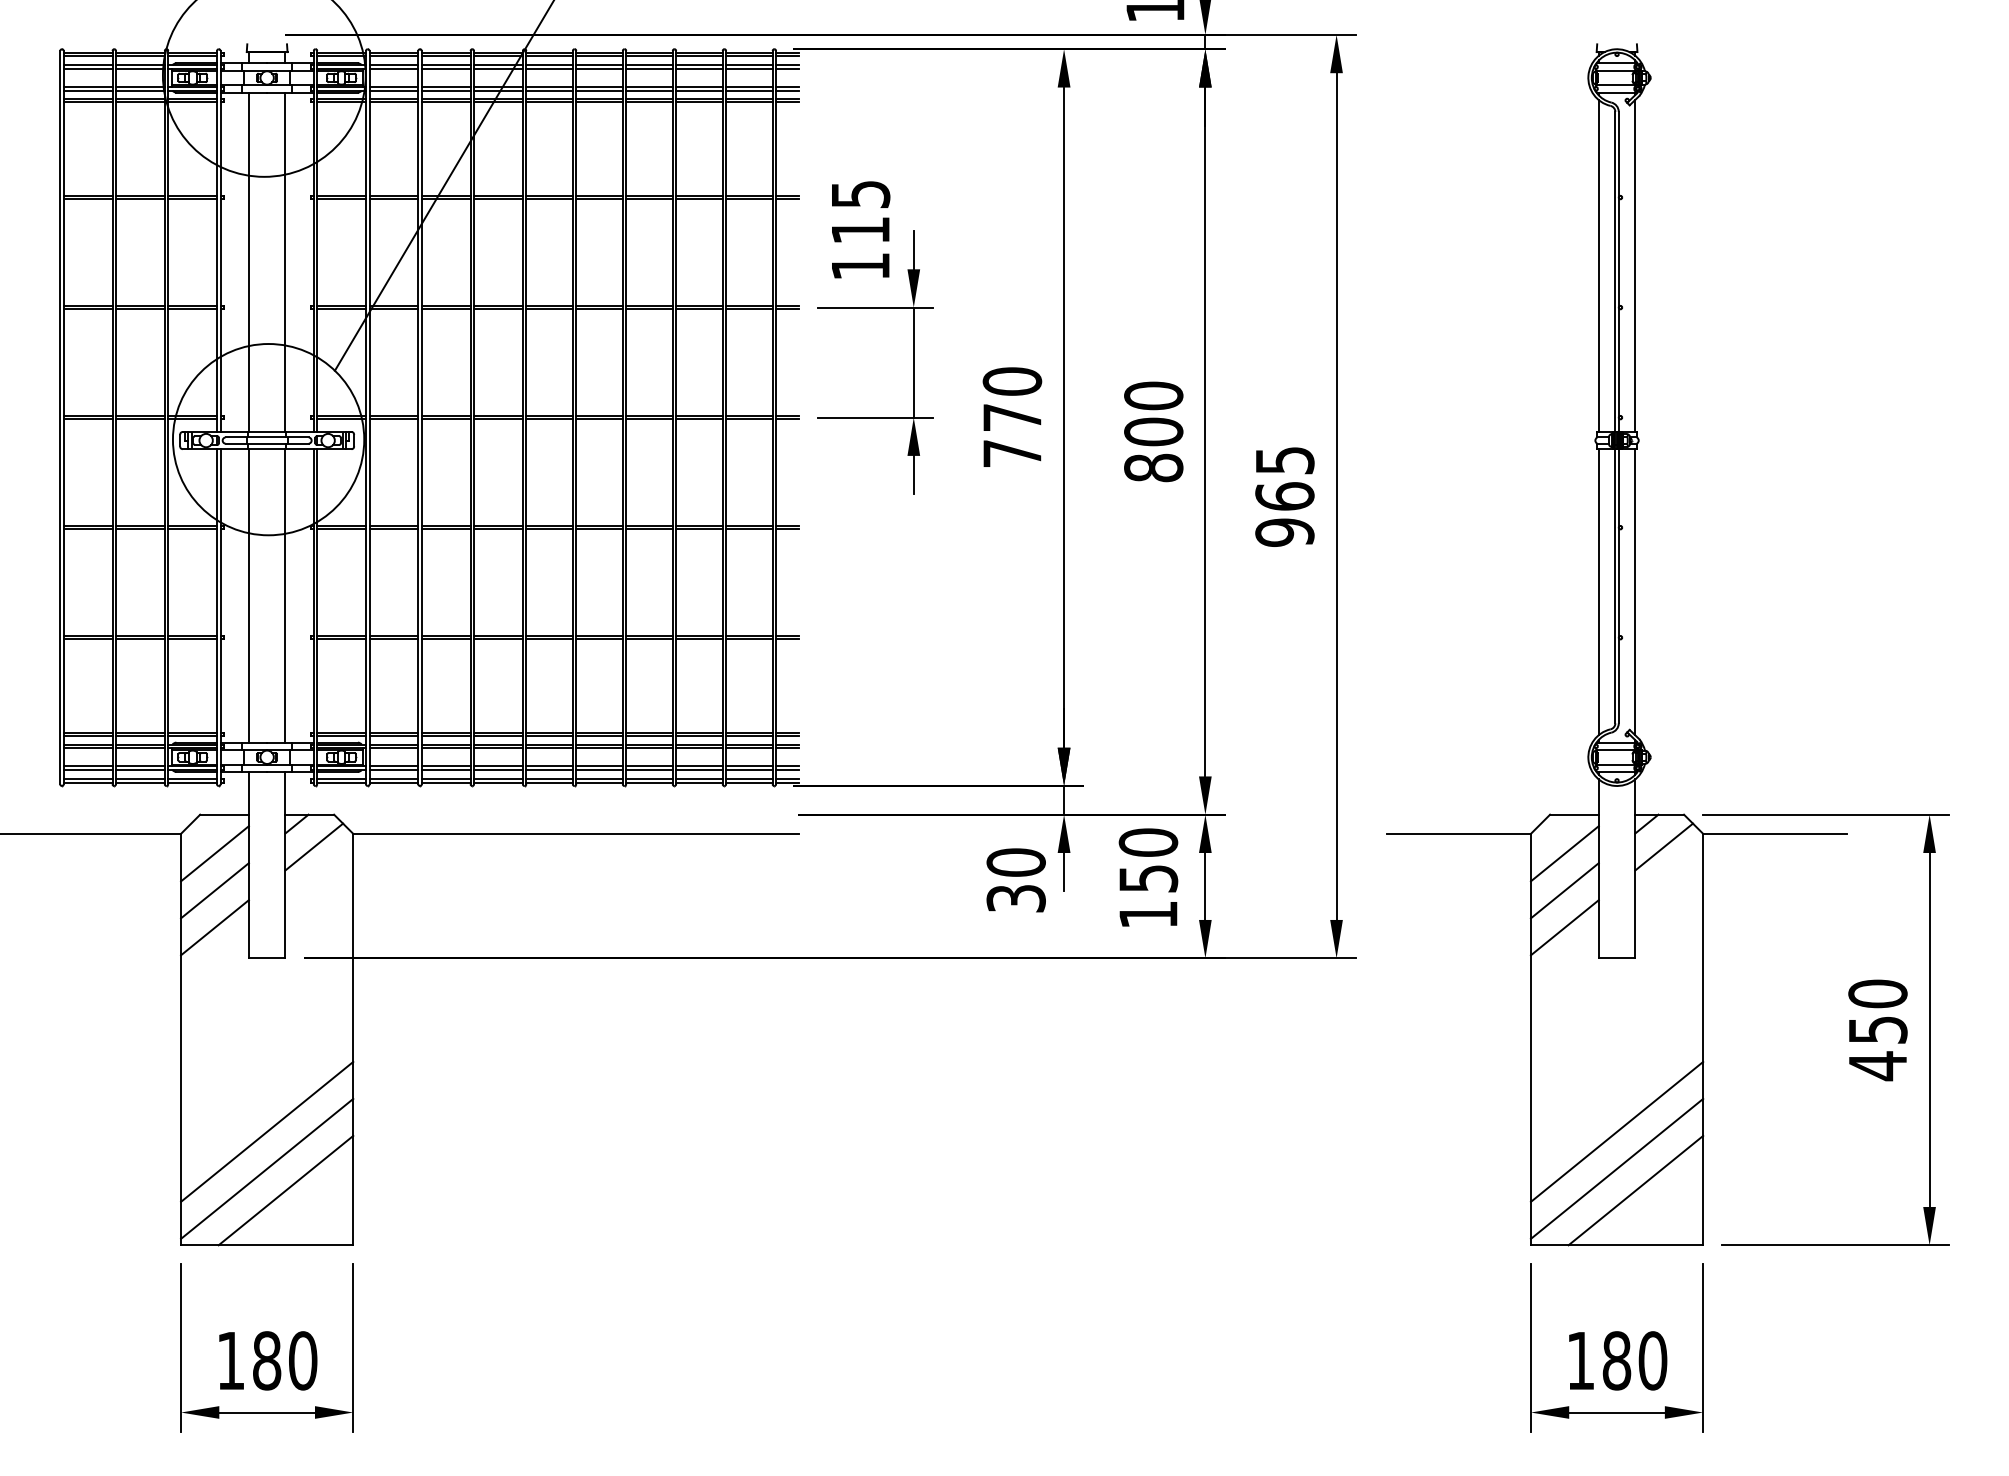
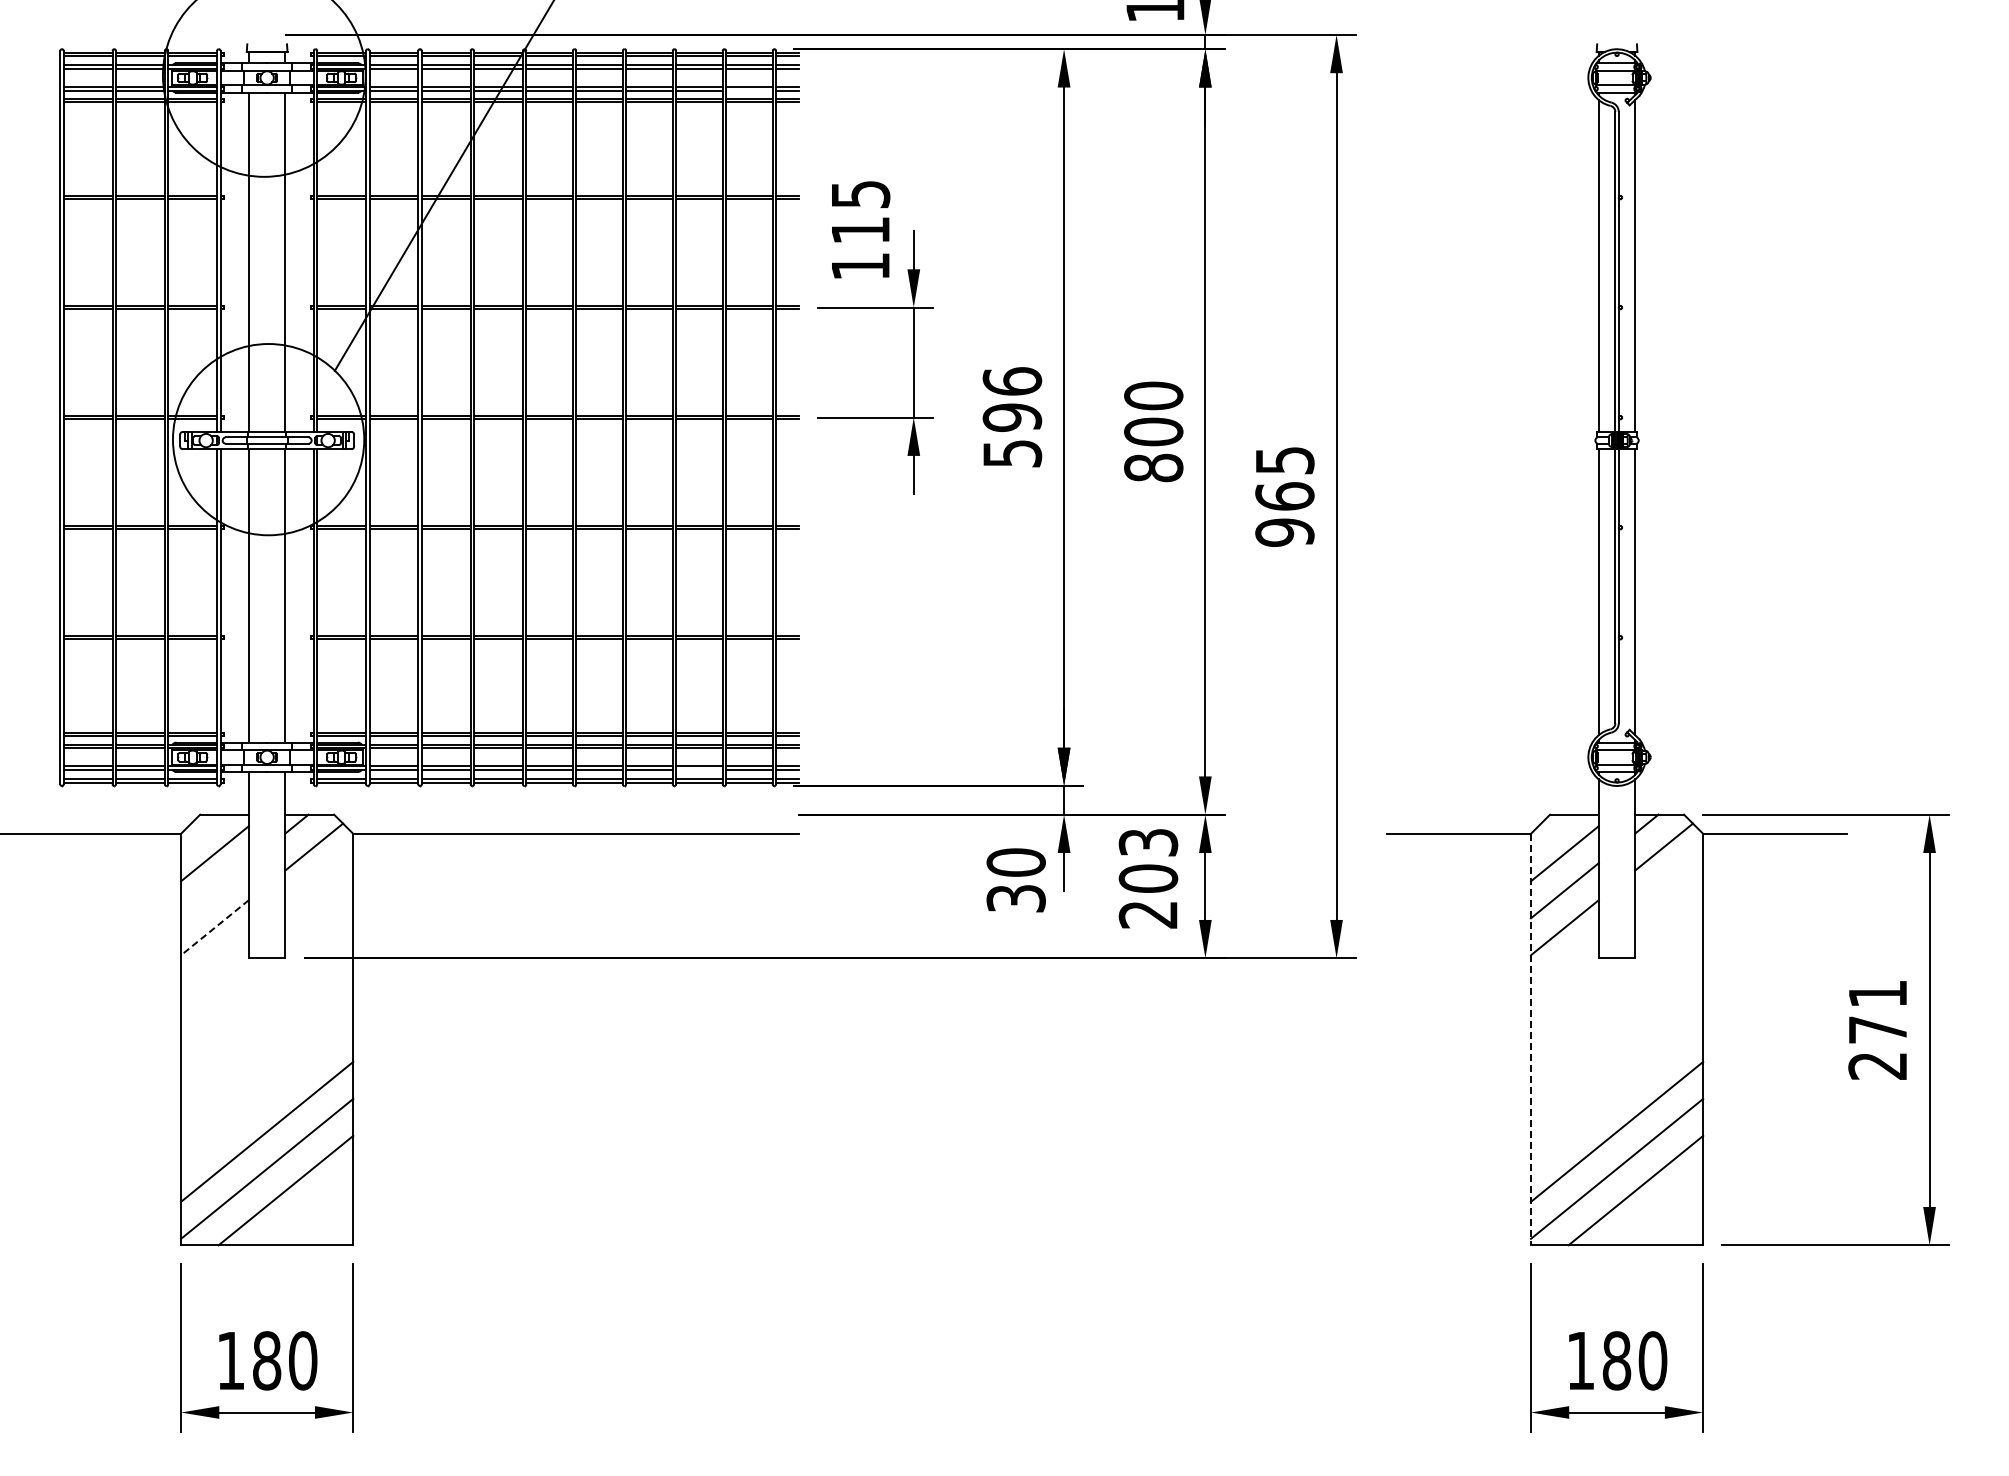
line at (749, 90): present -> none
text at (1012, 417): 770 -> 596
line at (699, 769): present -> none
text at (1148, 878): 150 -> 203
line at (214, 890): present -> none
line at (214, 927): solid -> dashed
text at (1877, 1030): 450 -> 271
line at (1530, 1039): solid -> dashed
